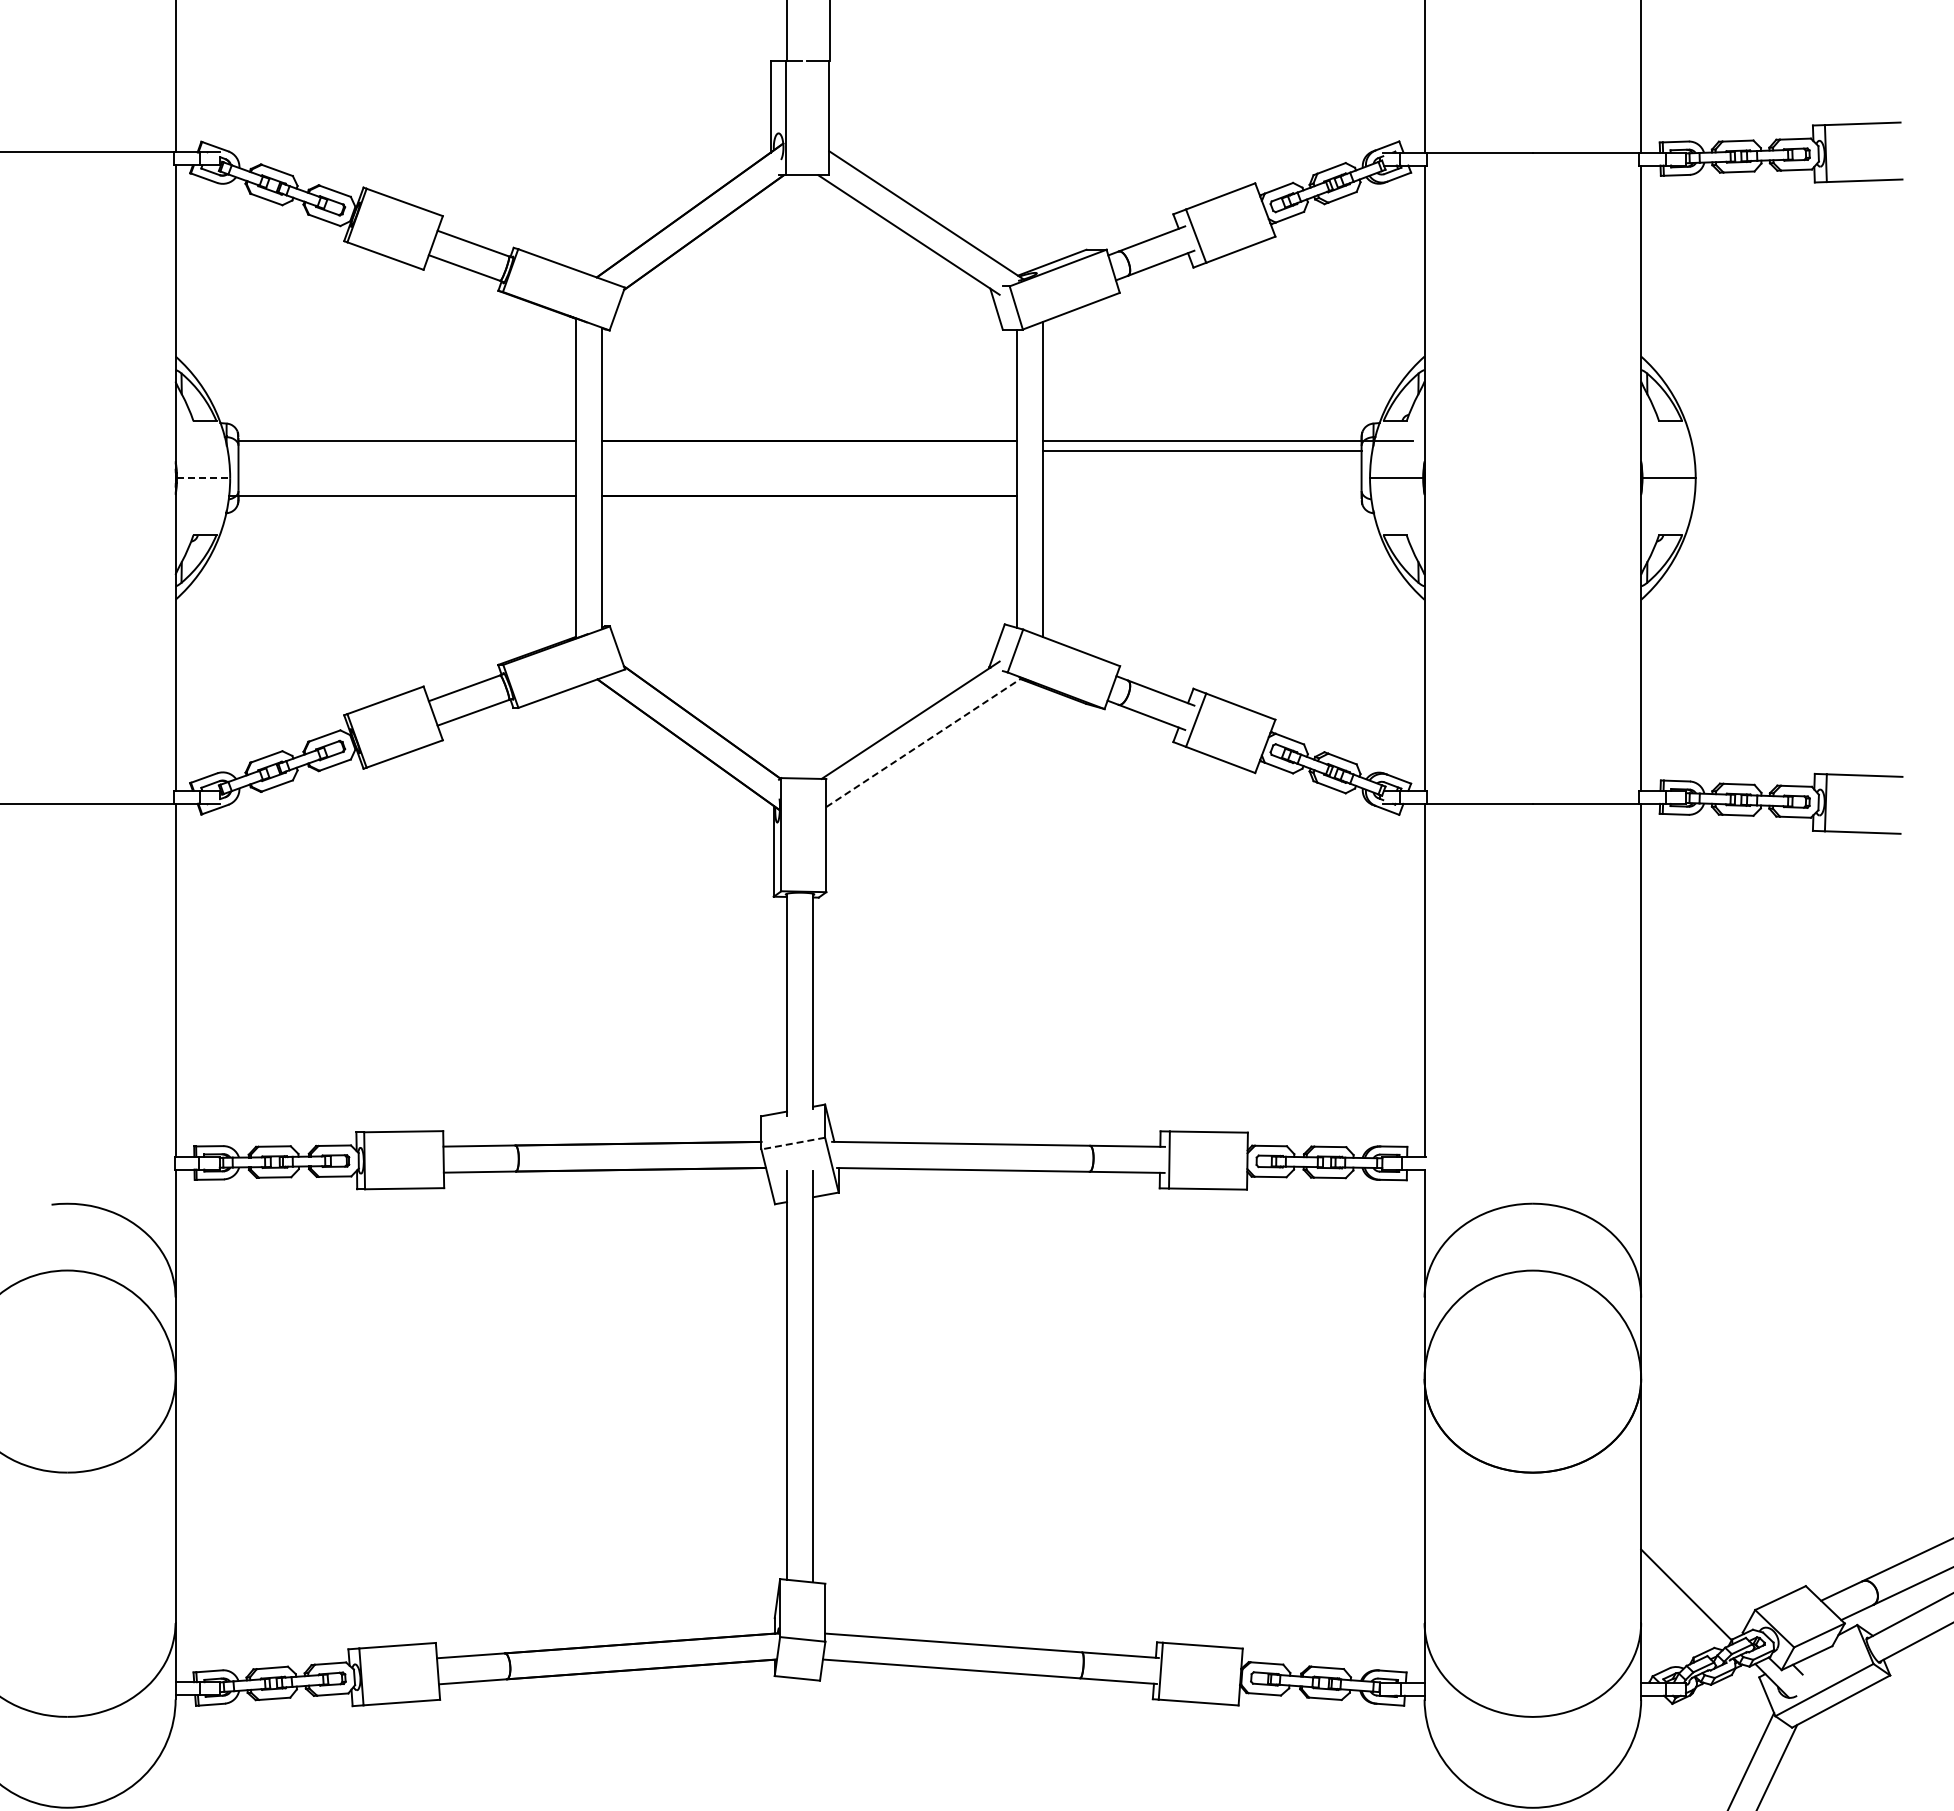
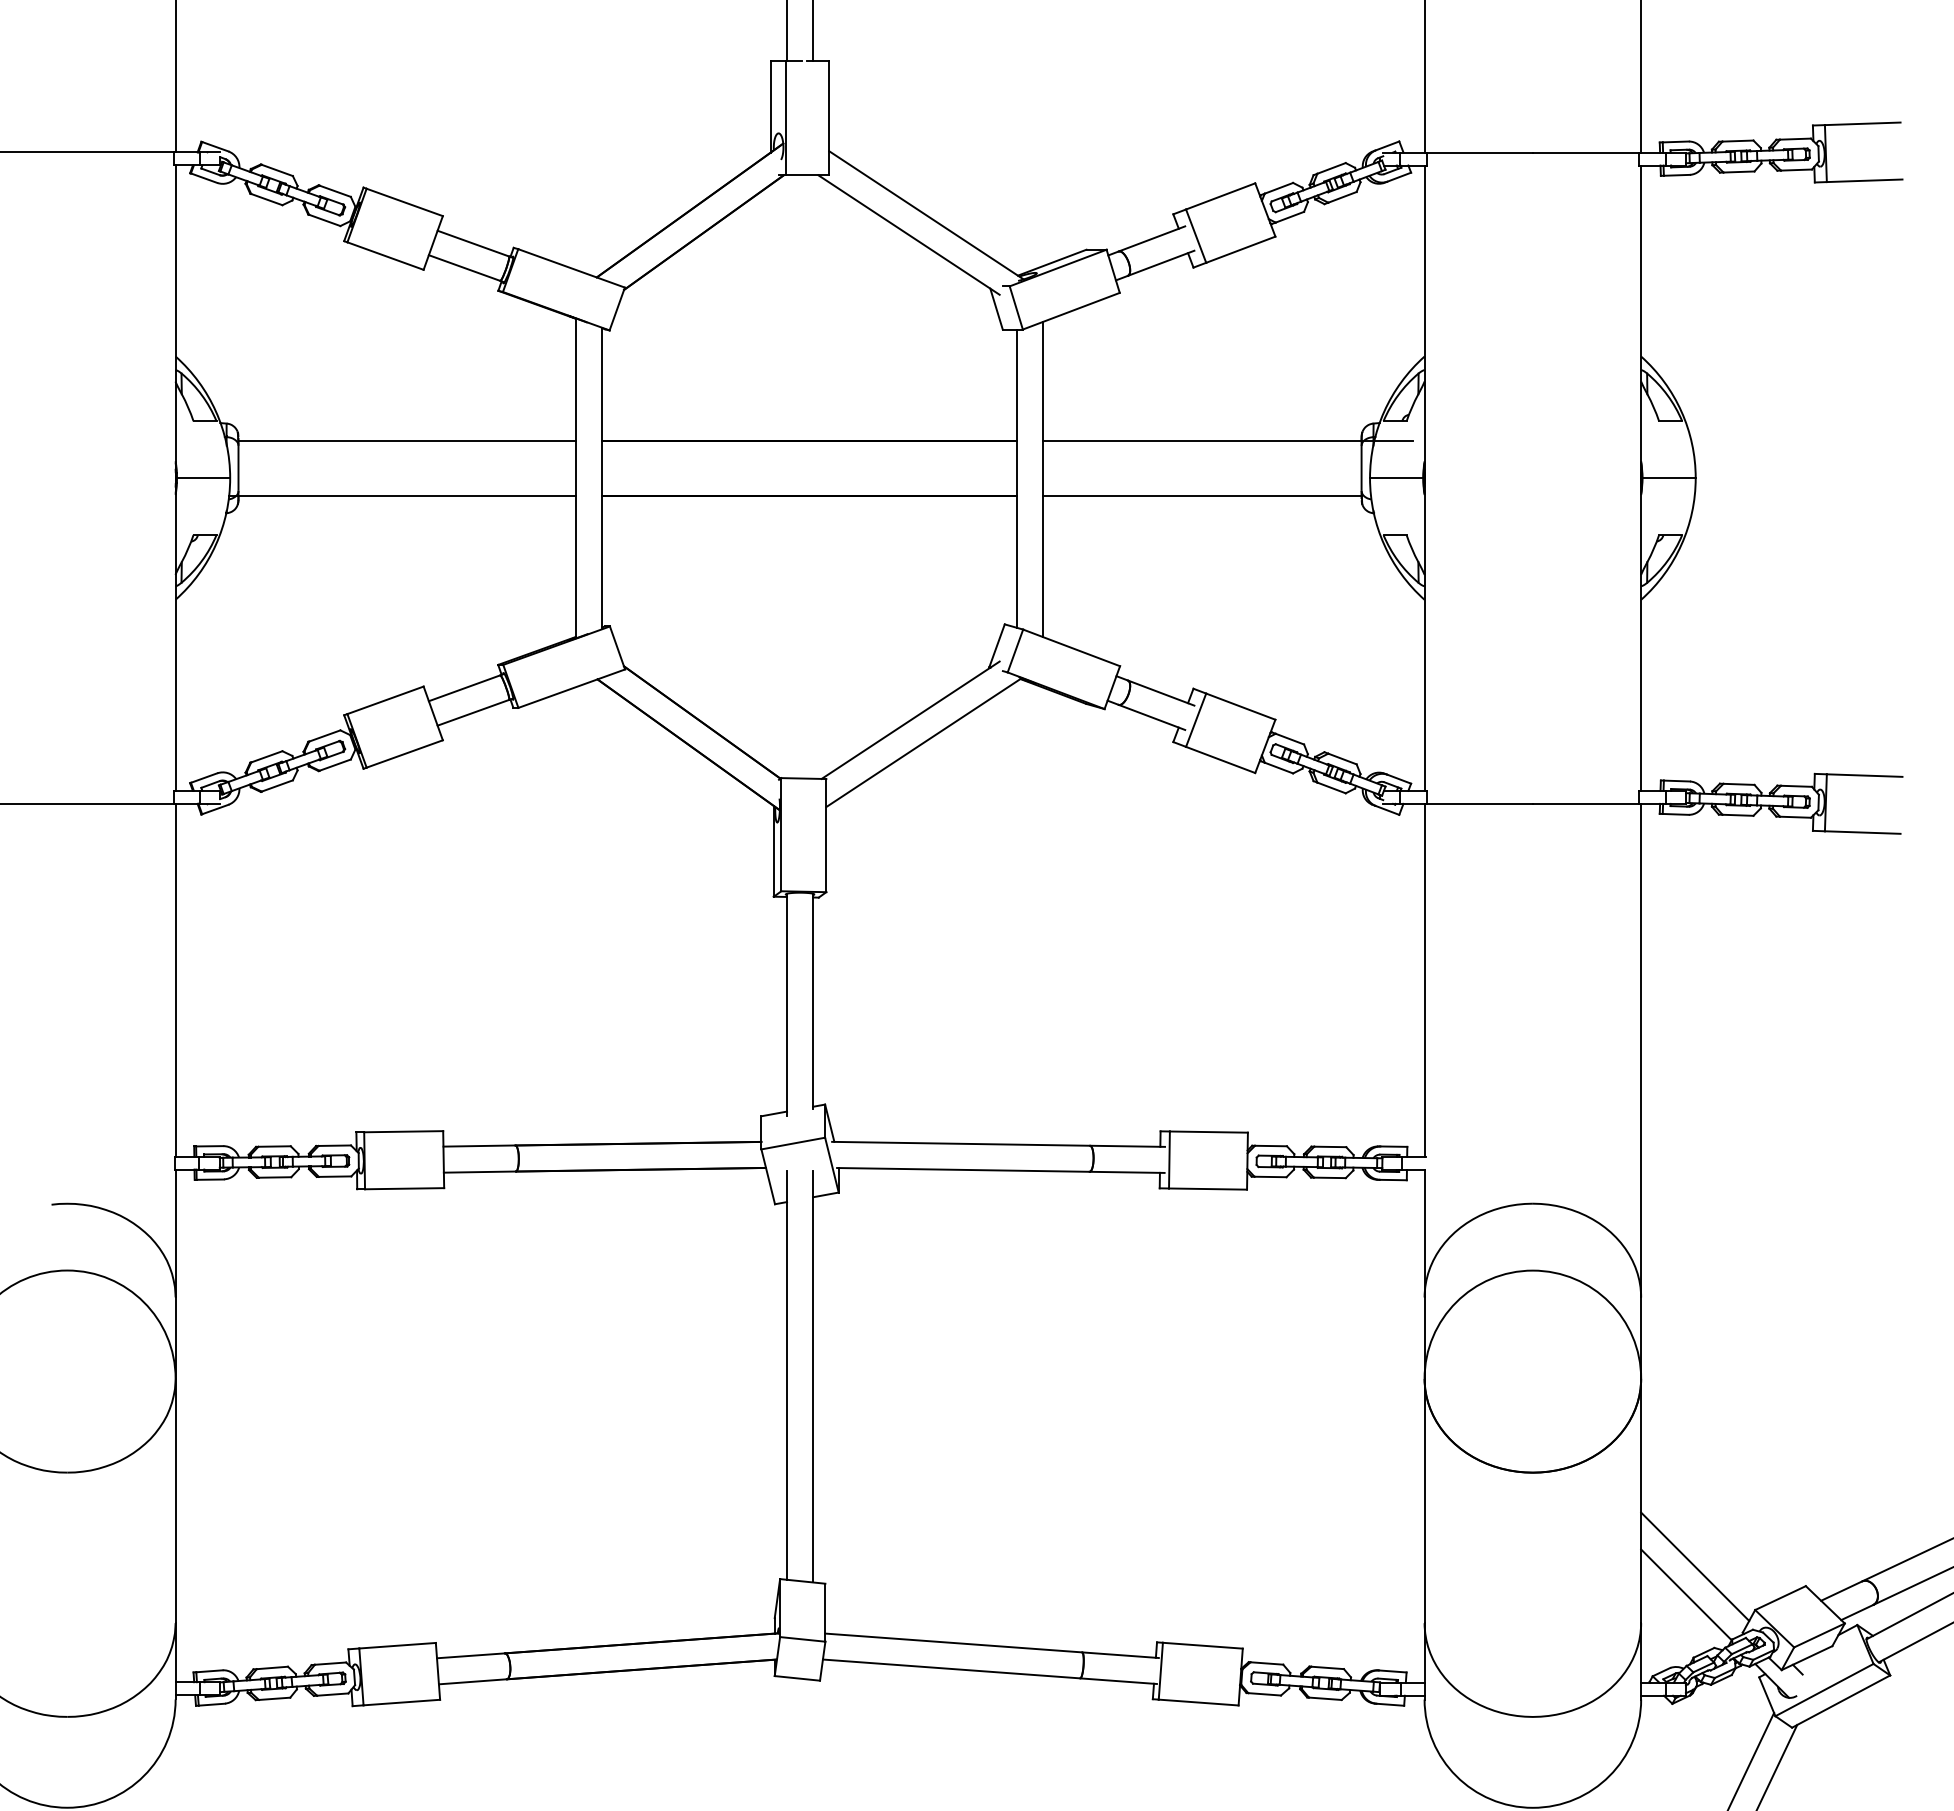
line at (830, 31) position: (830, 31) -> (813, 31)
line at (1201, 450) position: (1201, 450) -> (1201, 495)
line at (203, 478): dashed -> solid
line at (924, 742): dashed -> solid
line at (792, 1143): dashed -> solid
line at (1695, 1566): none -> present
